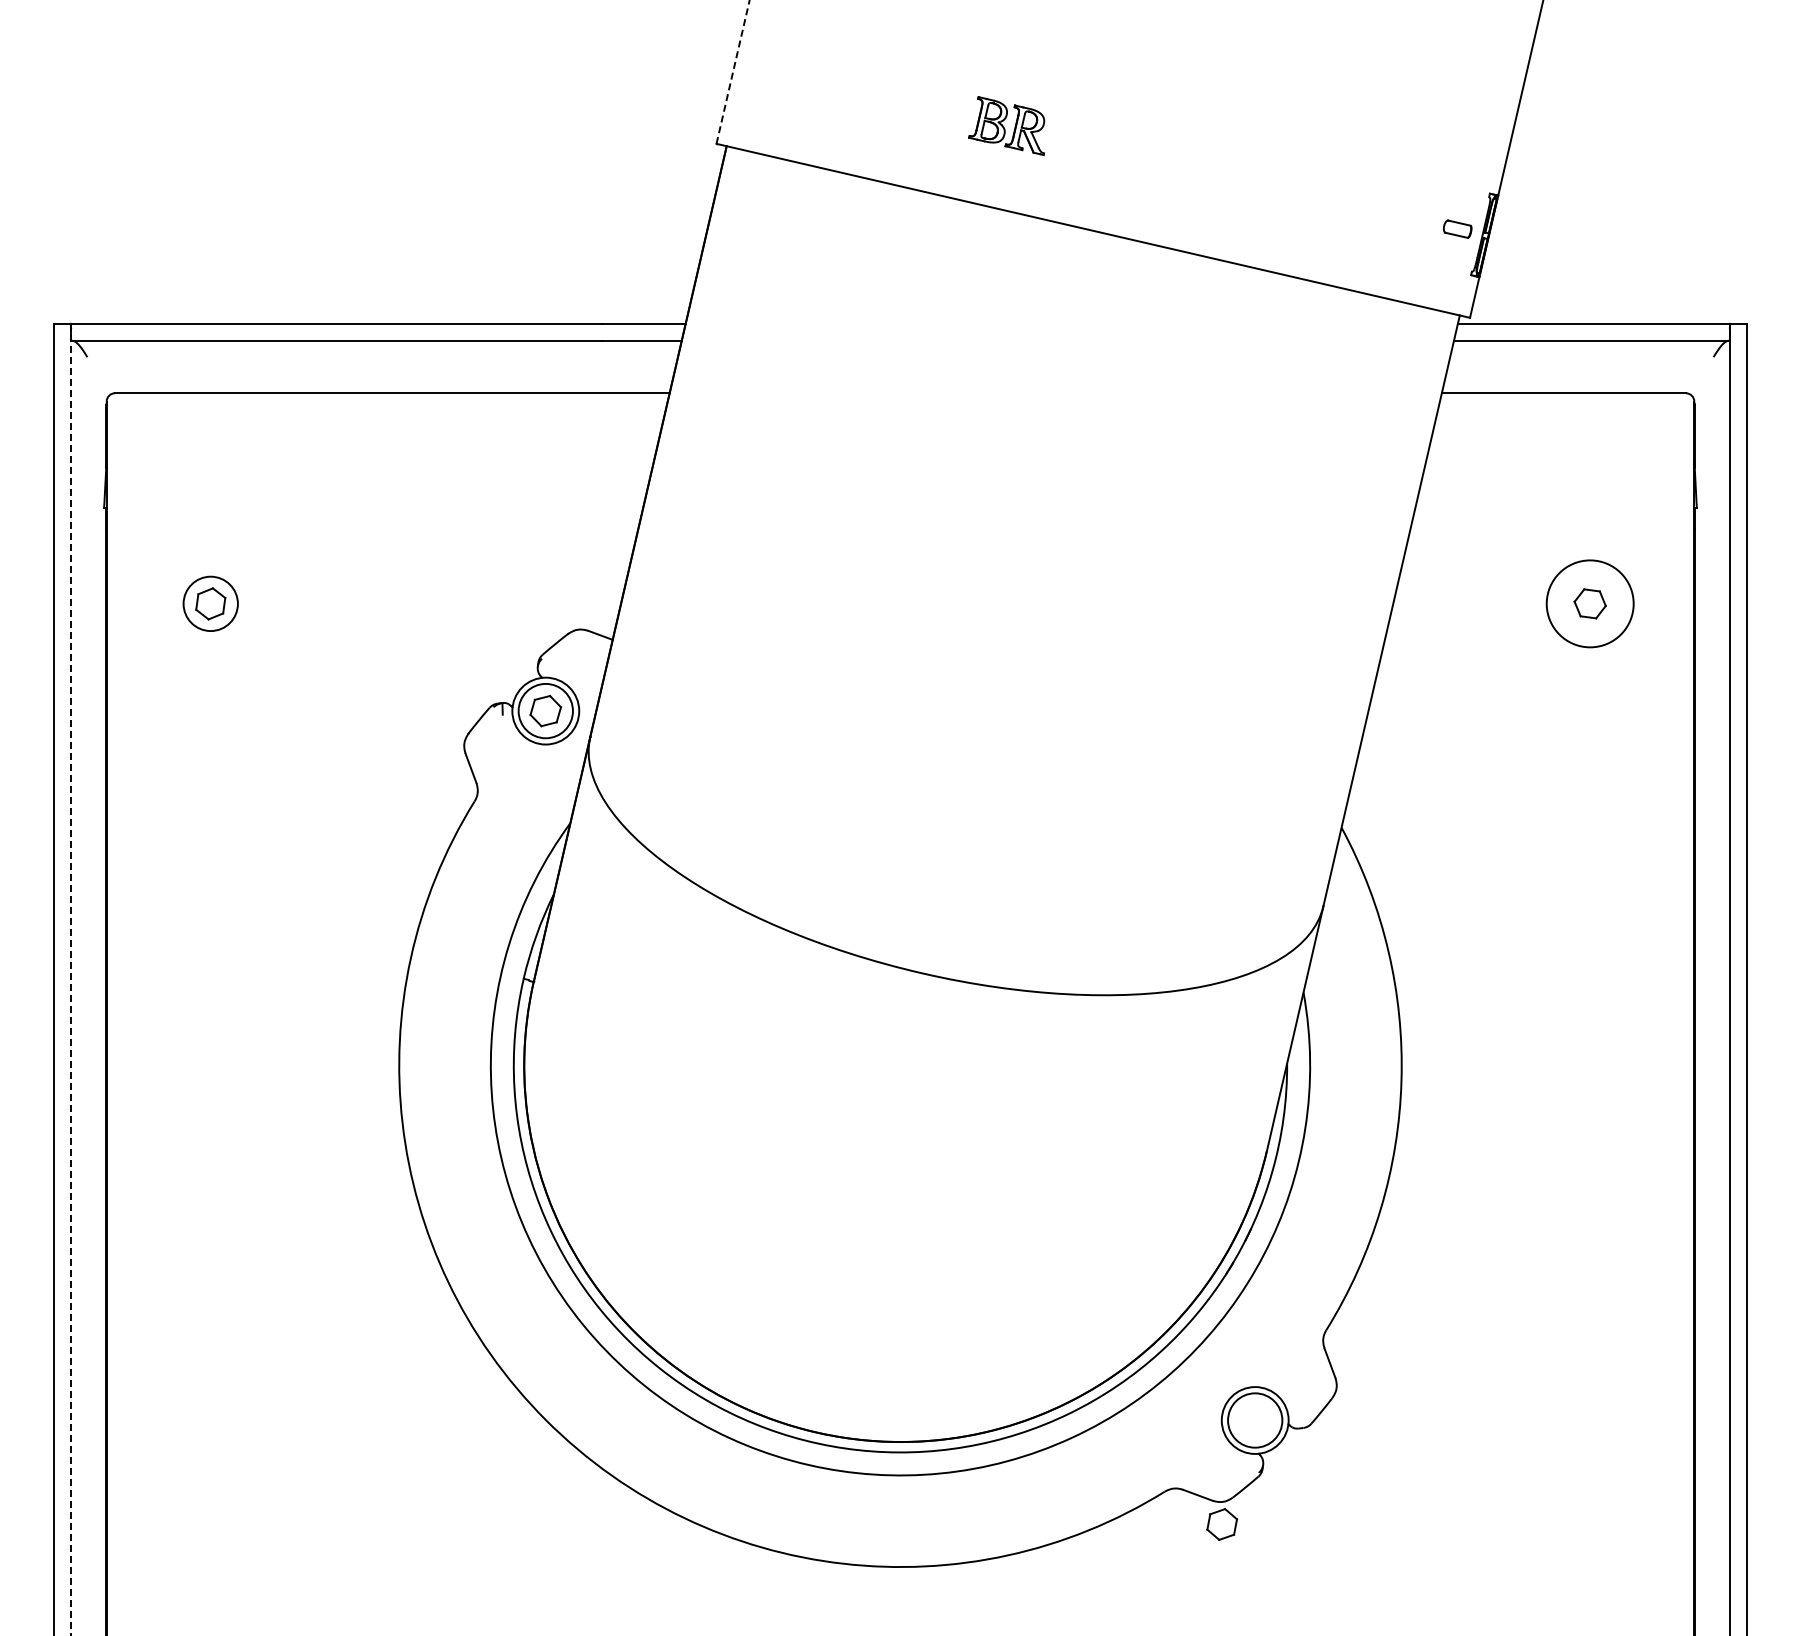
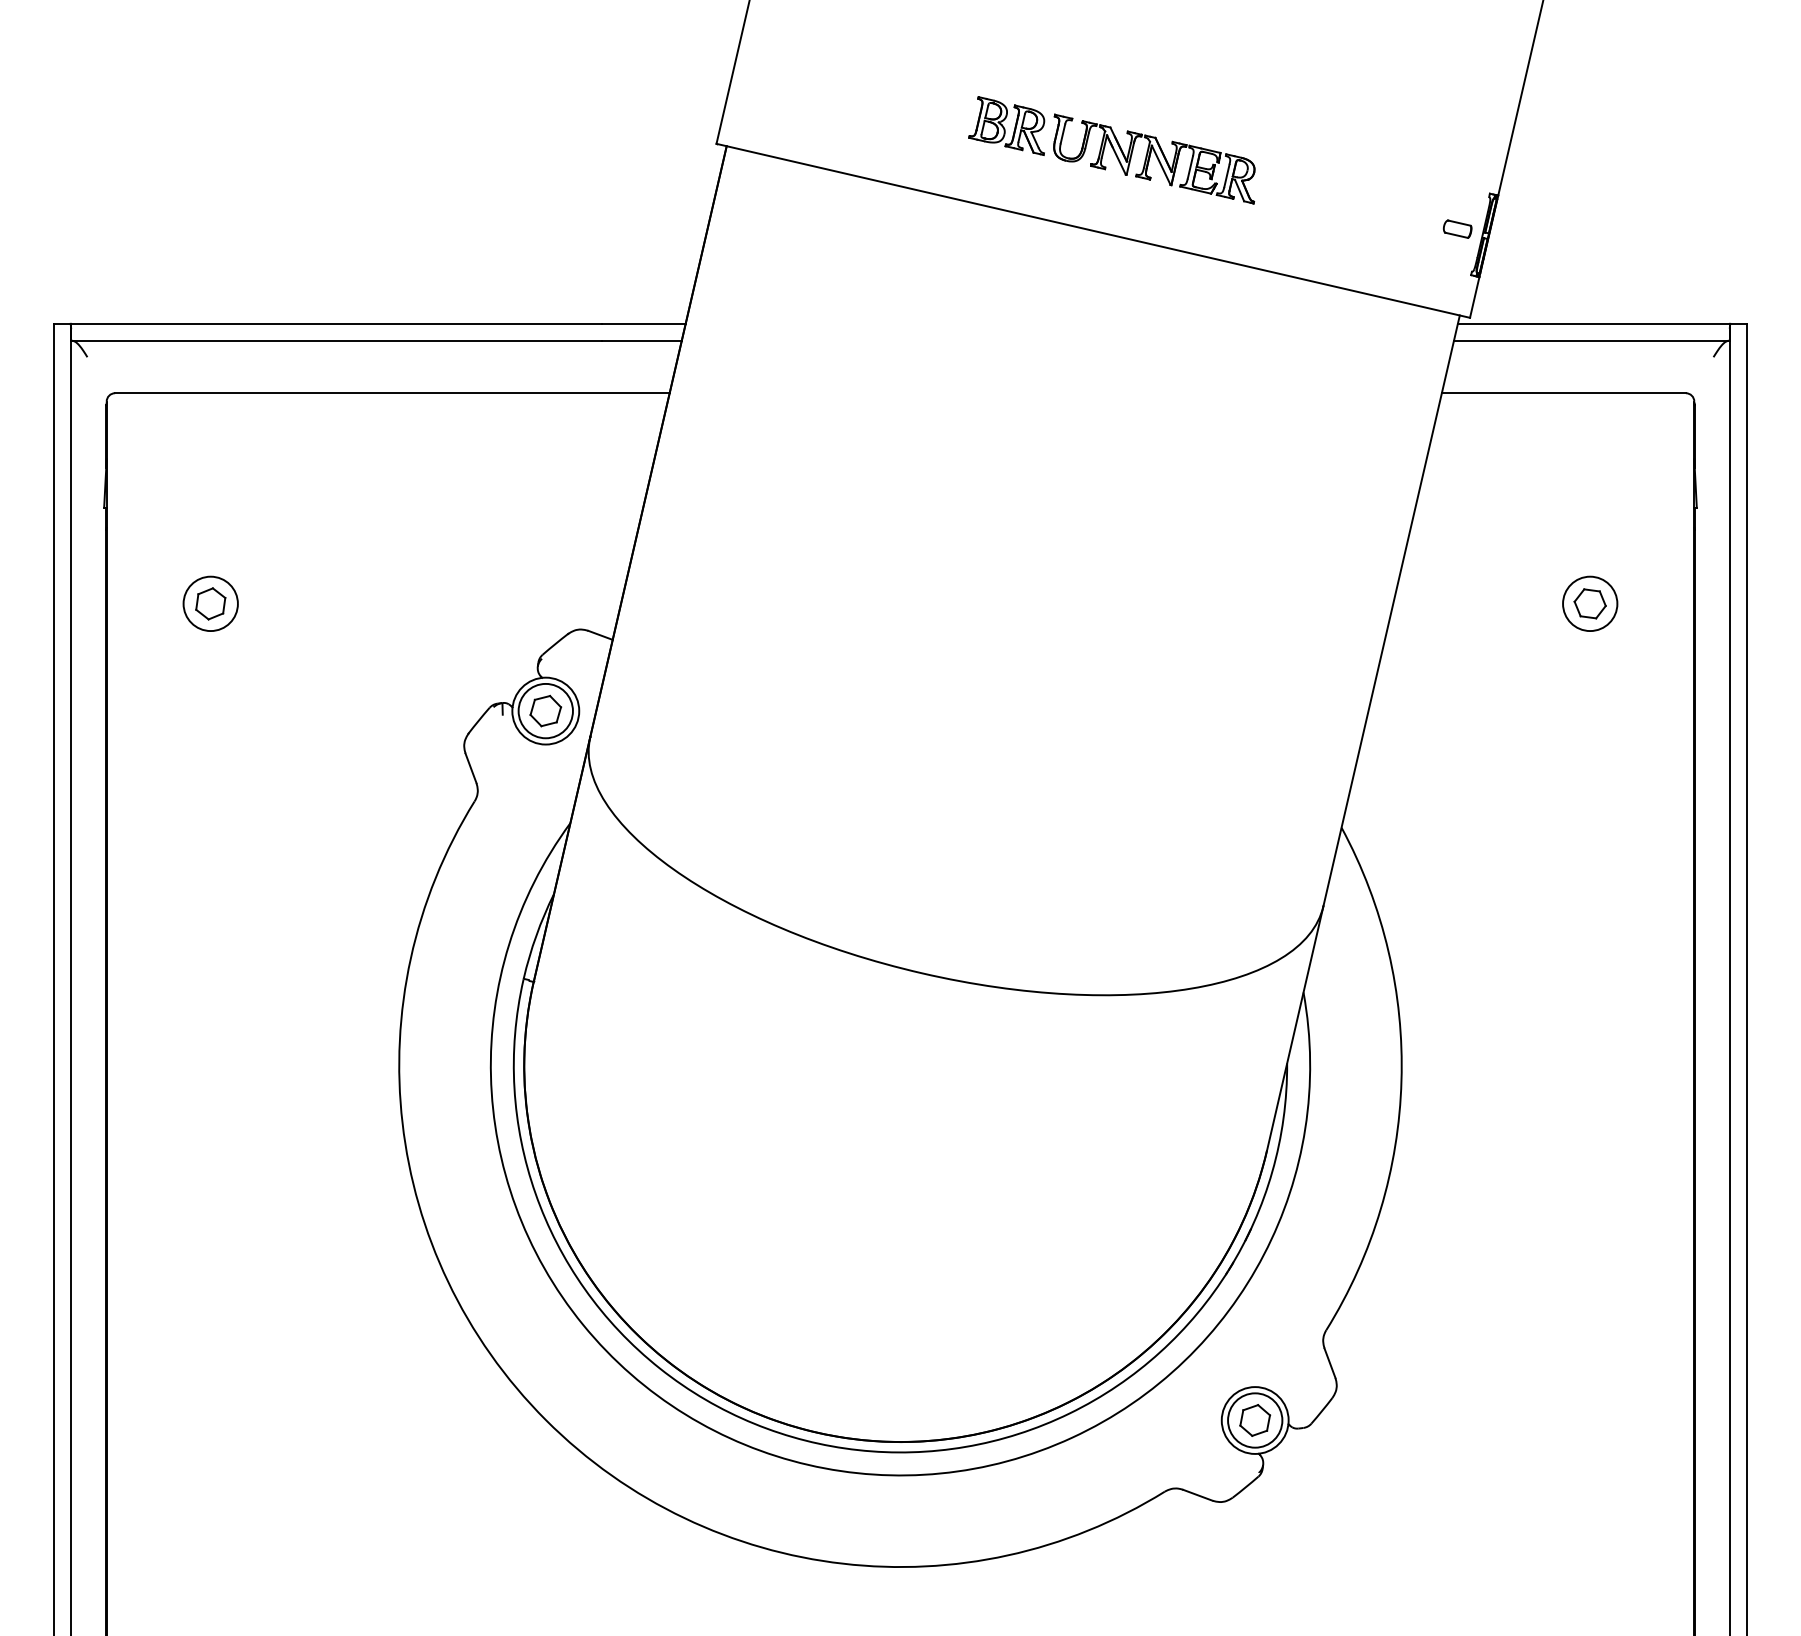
line at (733, 71): dashed -> solid
part at (1154, 158): none -> present
circle at (1589, 603) diameter: 87 px -> 54 px
line at (70, 979): dashed -> solid
part at (1222, 1524) position: (1222, 1524) -> (1255, 1420)
